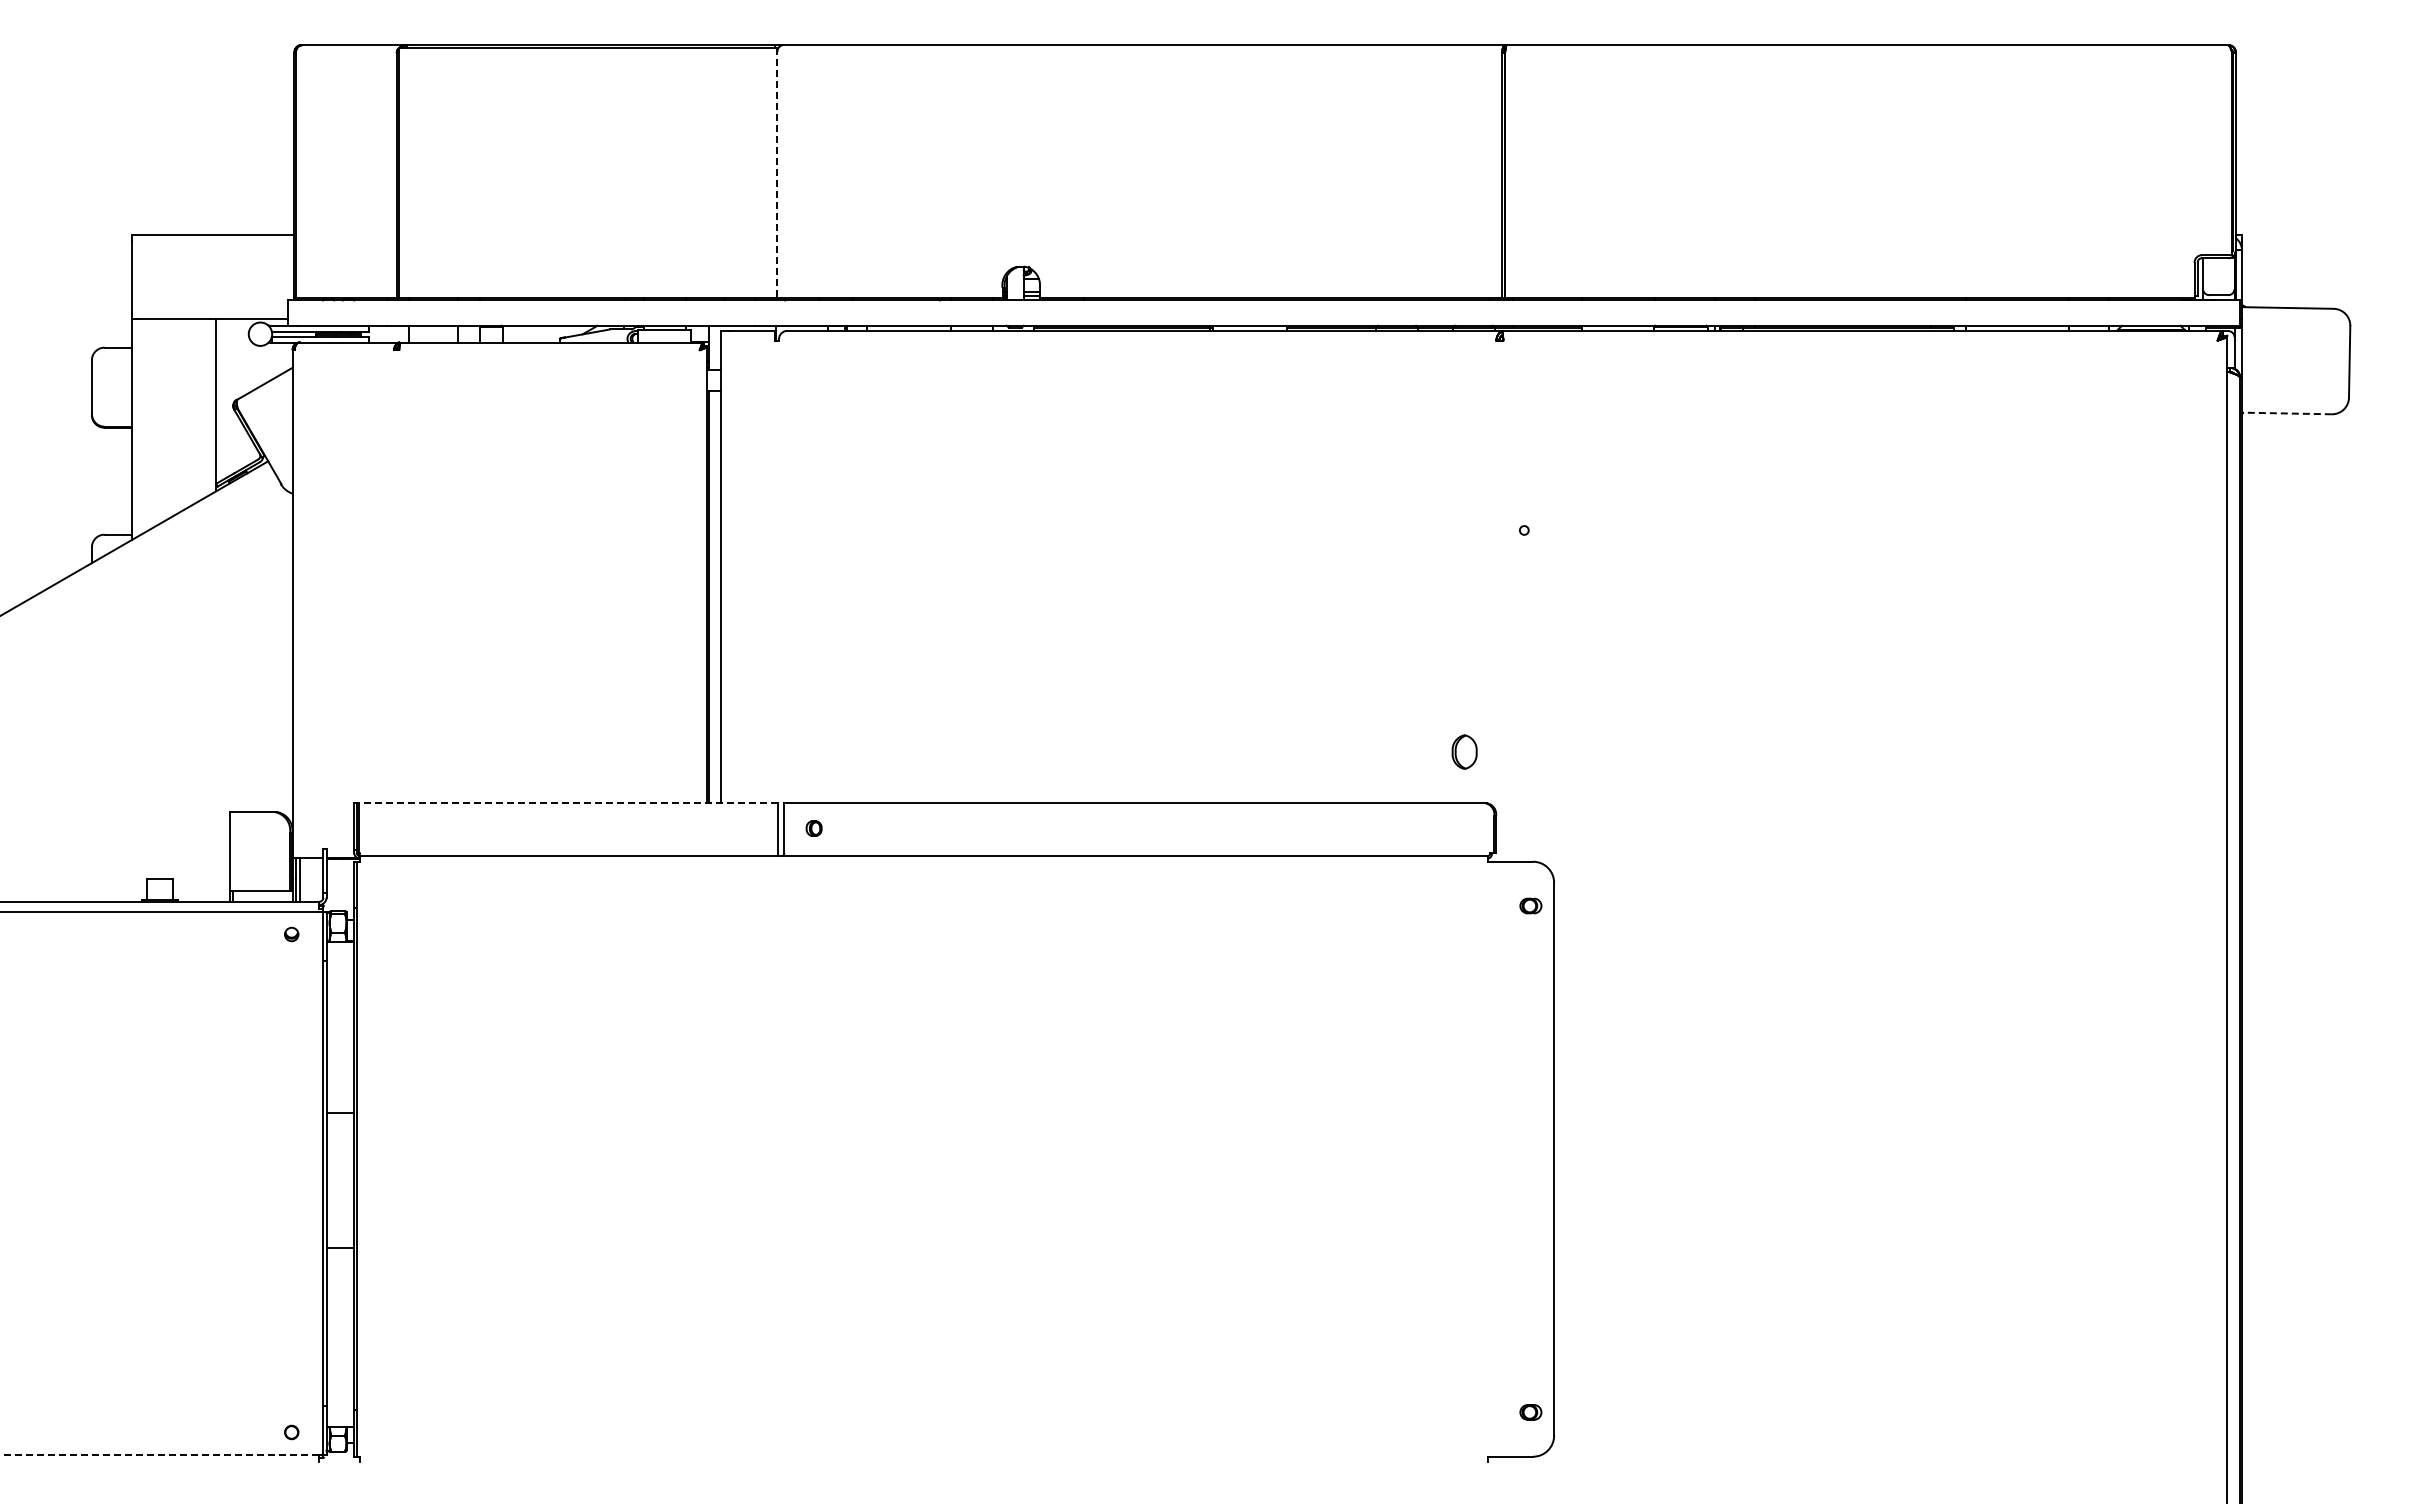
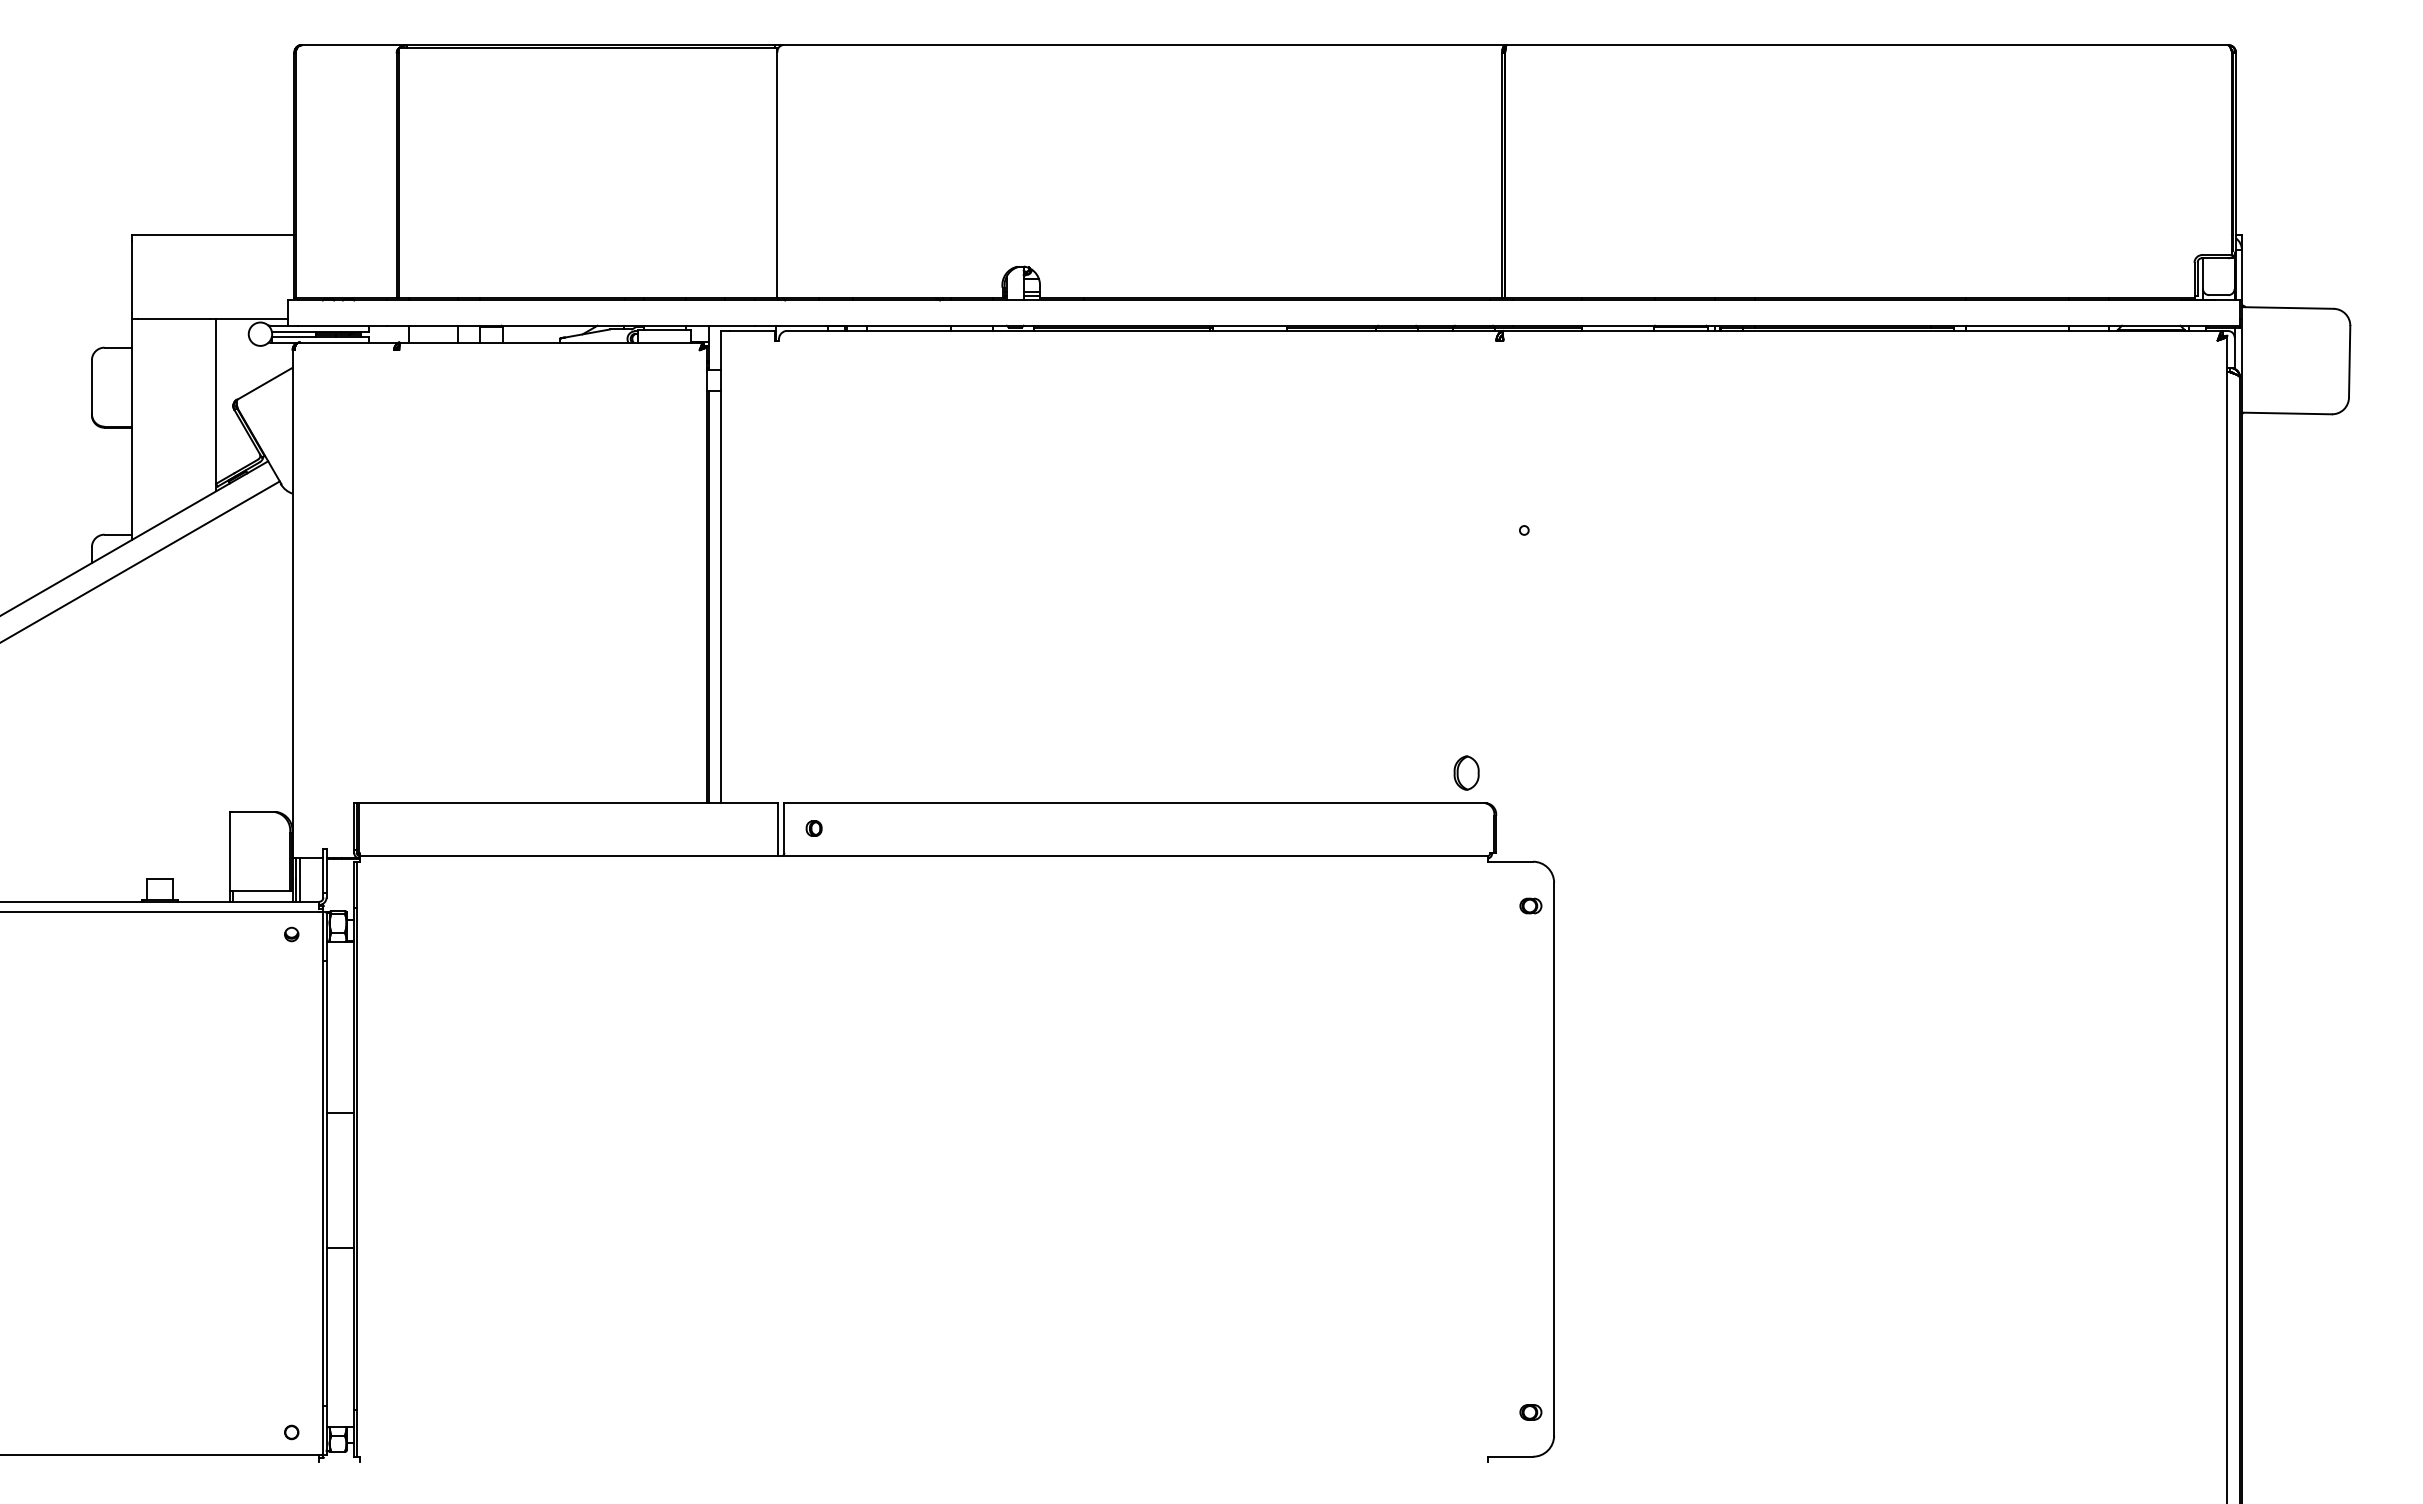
line at (777, 173): dashed -> solid
line at (2286, 413): dashed -> solid
line at (140, 561): none -> present
part at (1464, 751) position: (1464, 751) -> (1466, 772)
line at (568, 803): dashed -> solid
line at (159, 1454): dashed -> solid
